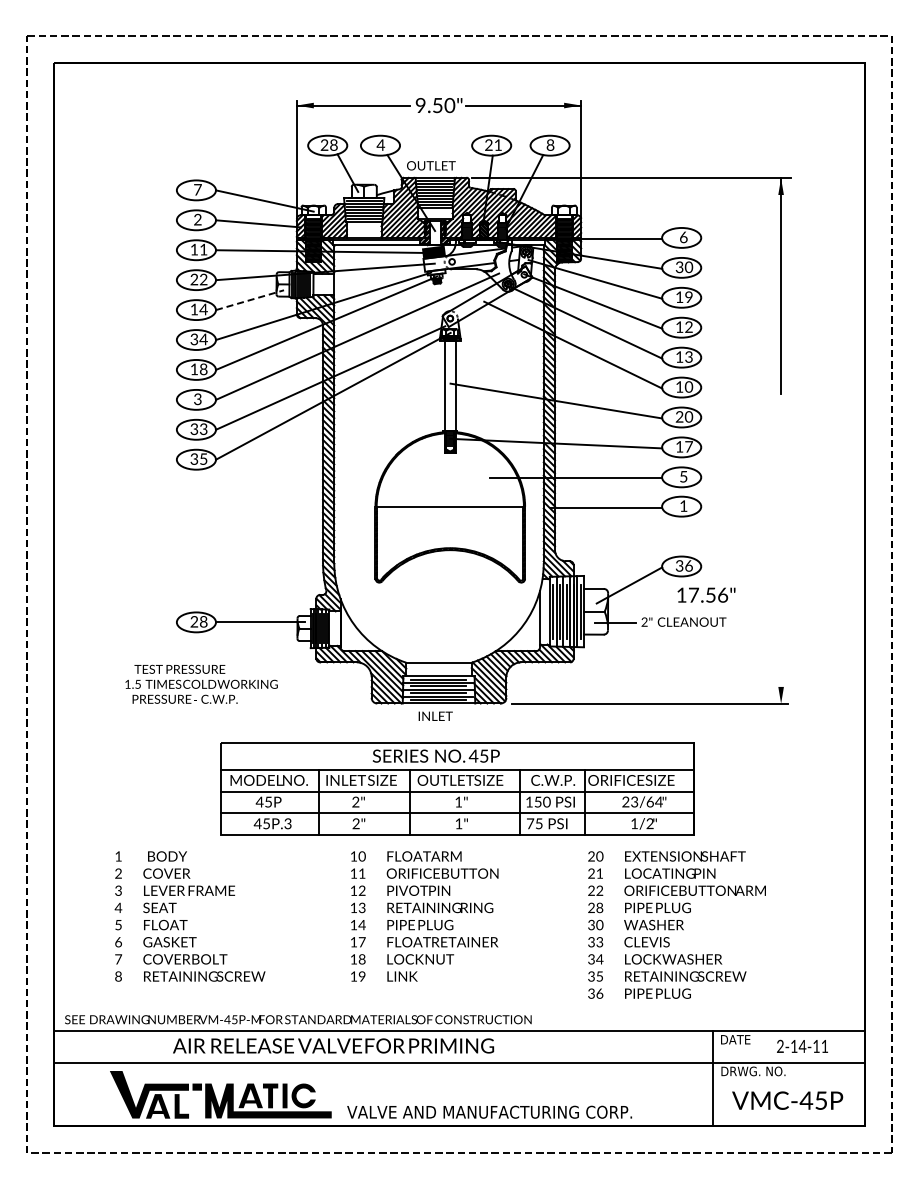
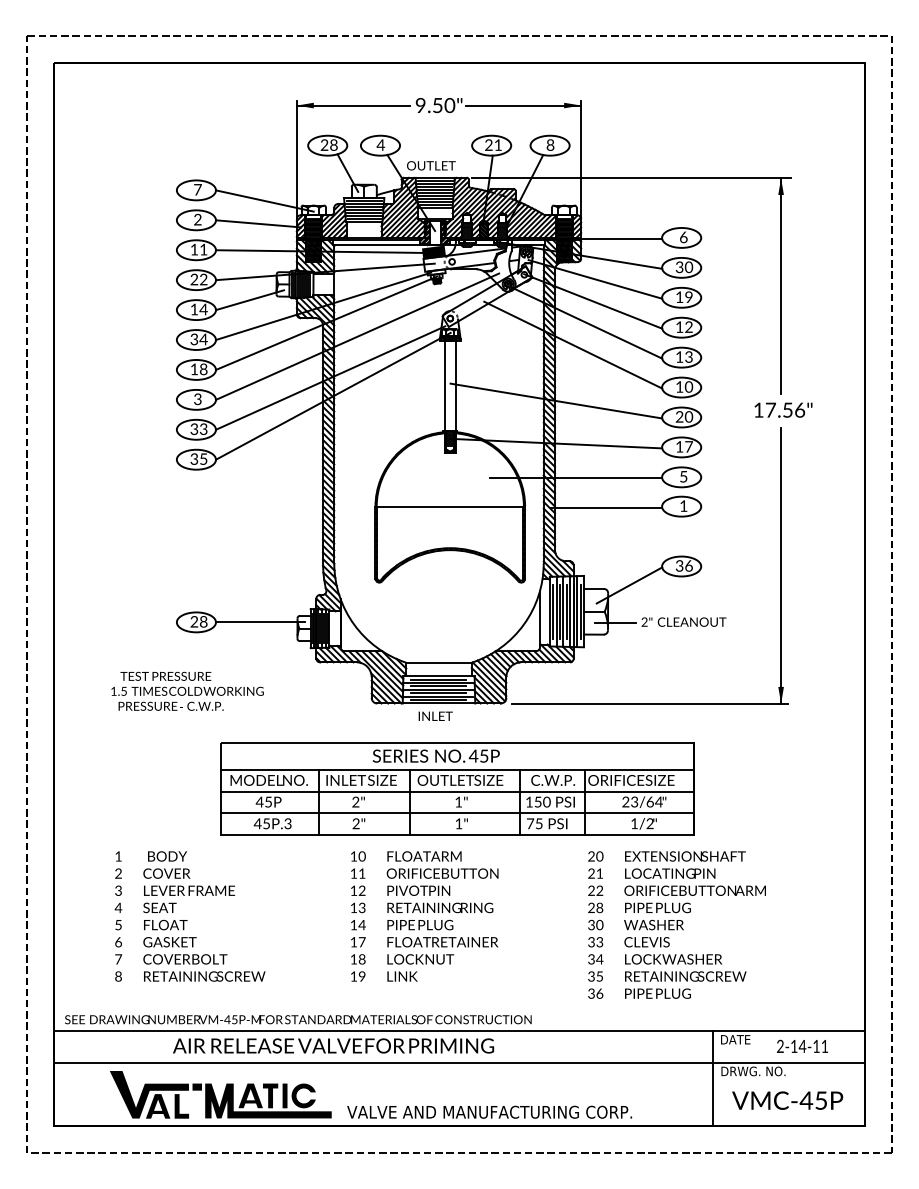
line at (250, 300): dashed -> solid
line at (781, 565): none -> present
text at (706, 594) position: (706, 594) -> (783, 409)
text at (201, 683) position: (201, 683) -> (187, 690)
